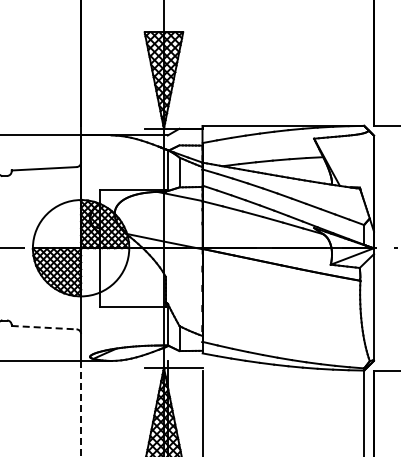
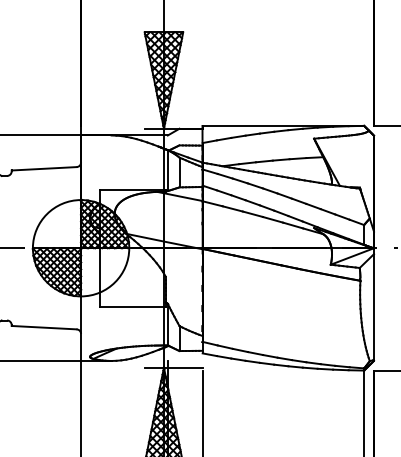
line at (44, 327): dashed -> solid
line at (81, 408): dashed -> solid
